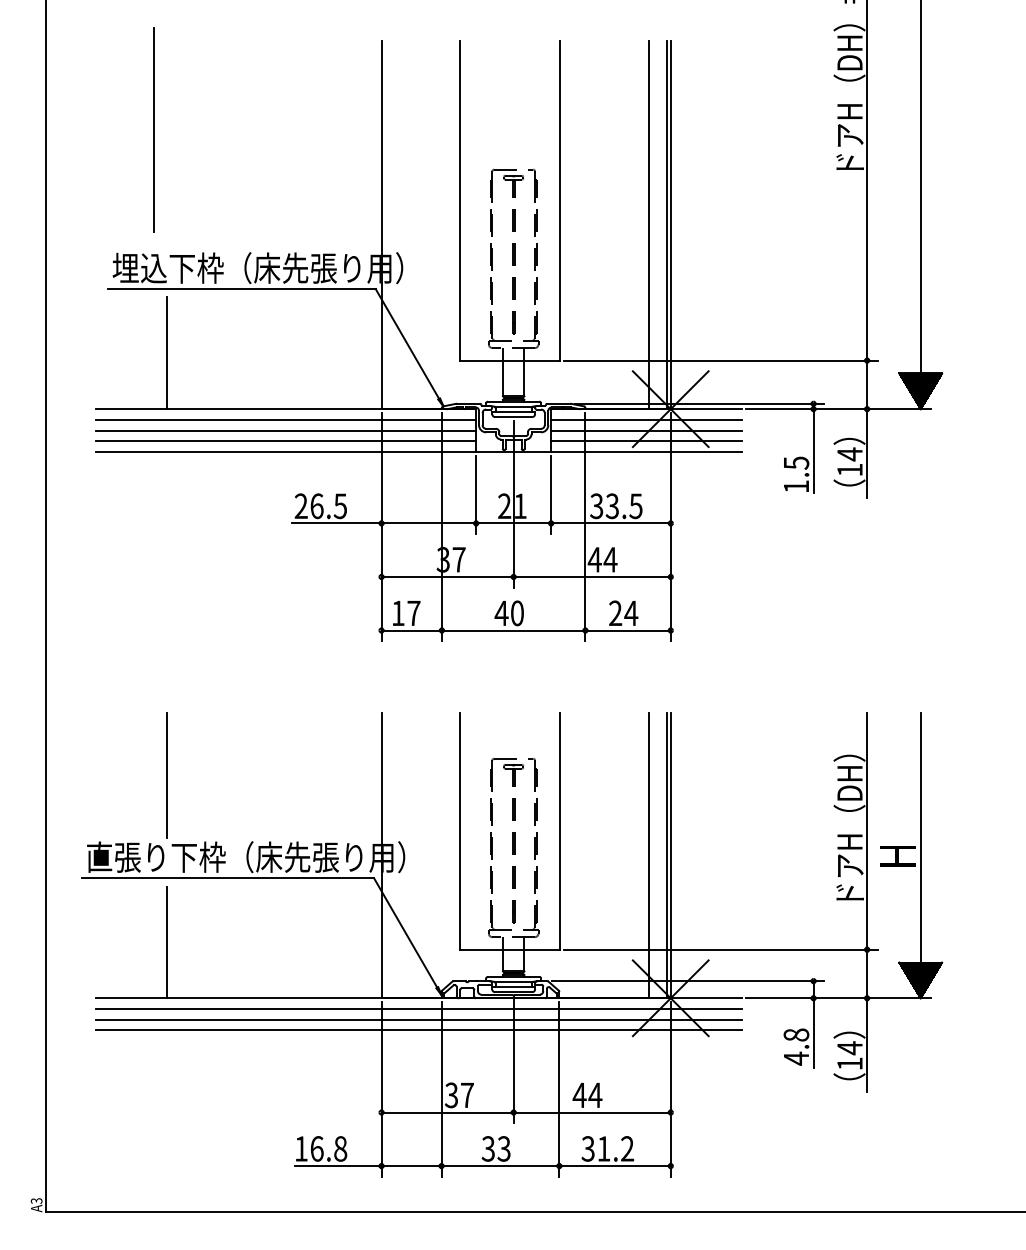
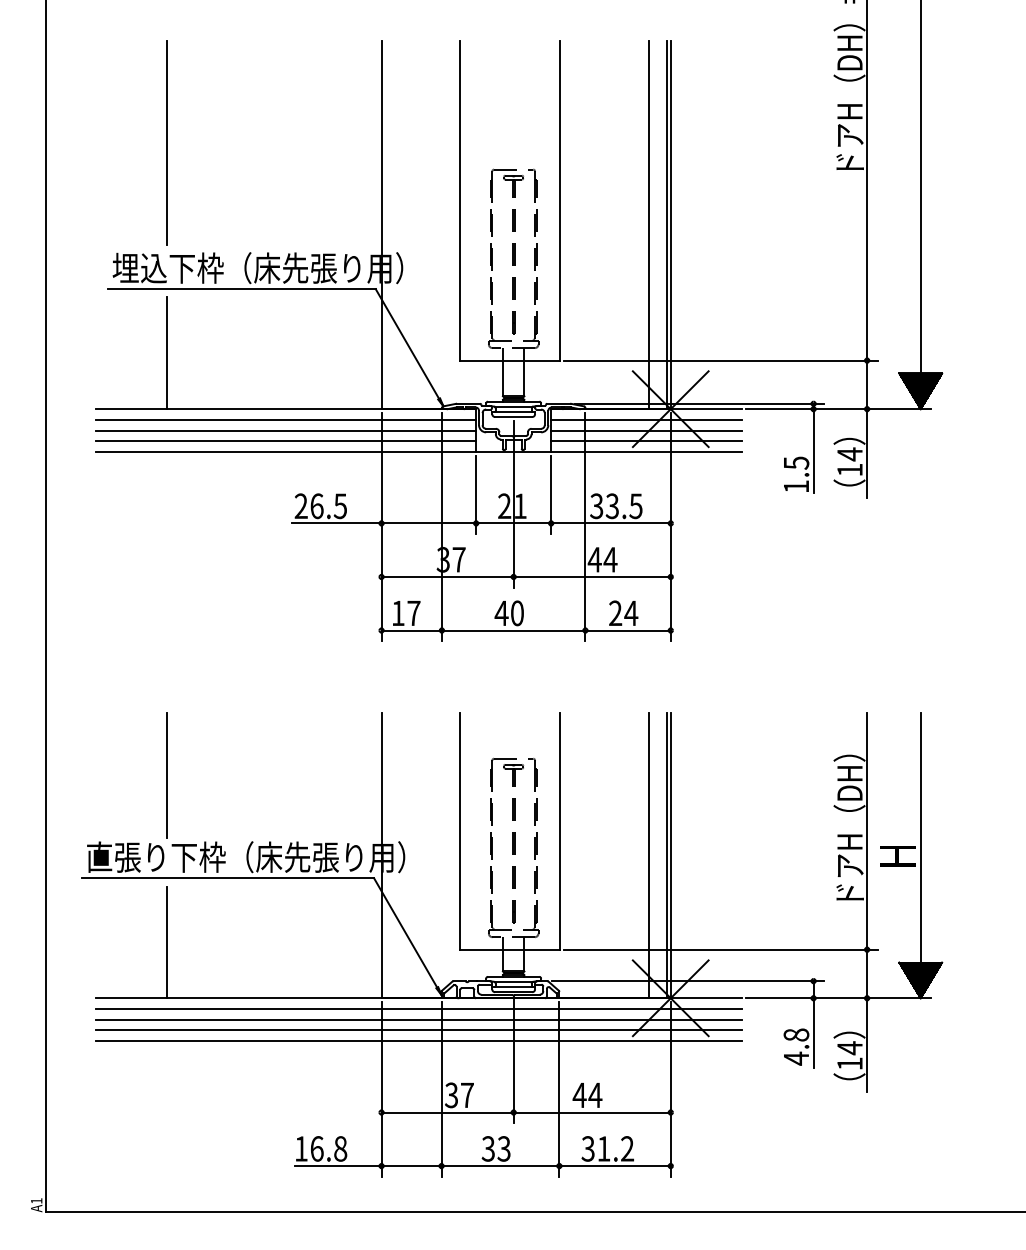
line at (153, 129) position: (153, 129) -> (166, 142)
line at (418, 1041): none -> present
text at (36, 1200): A3 -> A1
